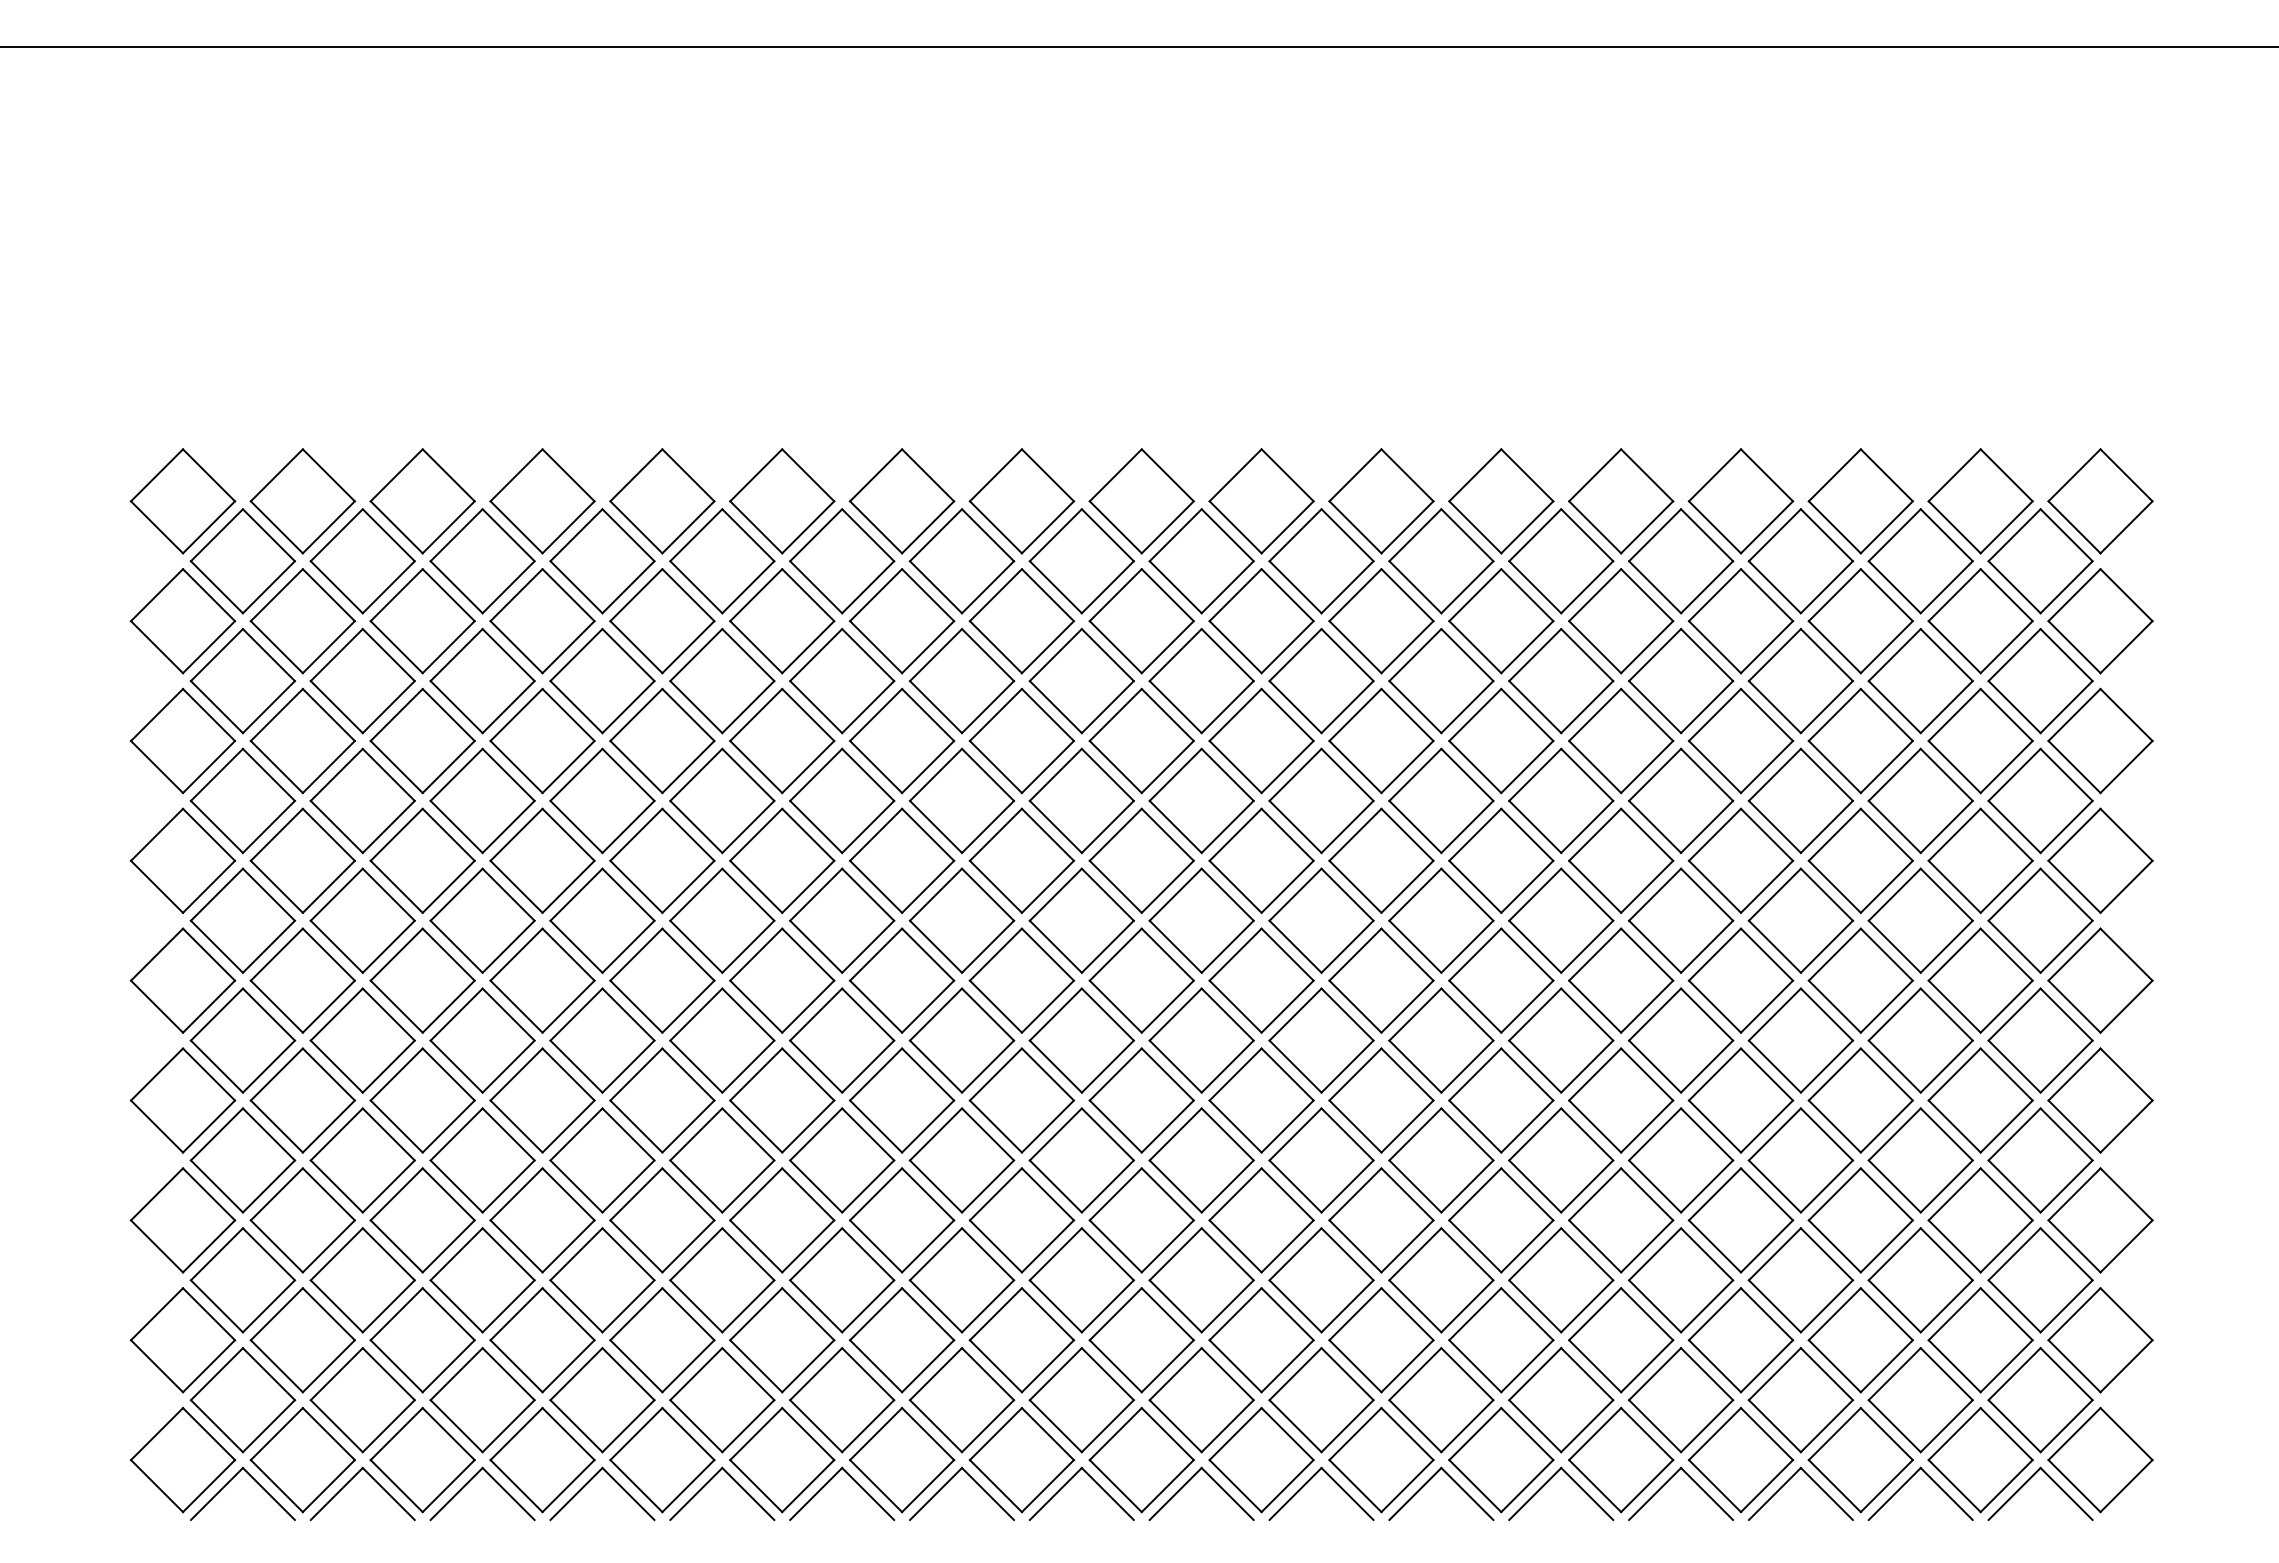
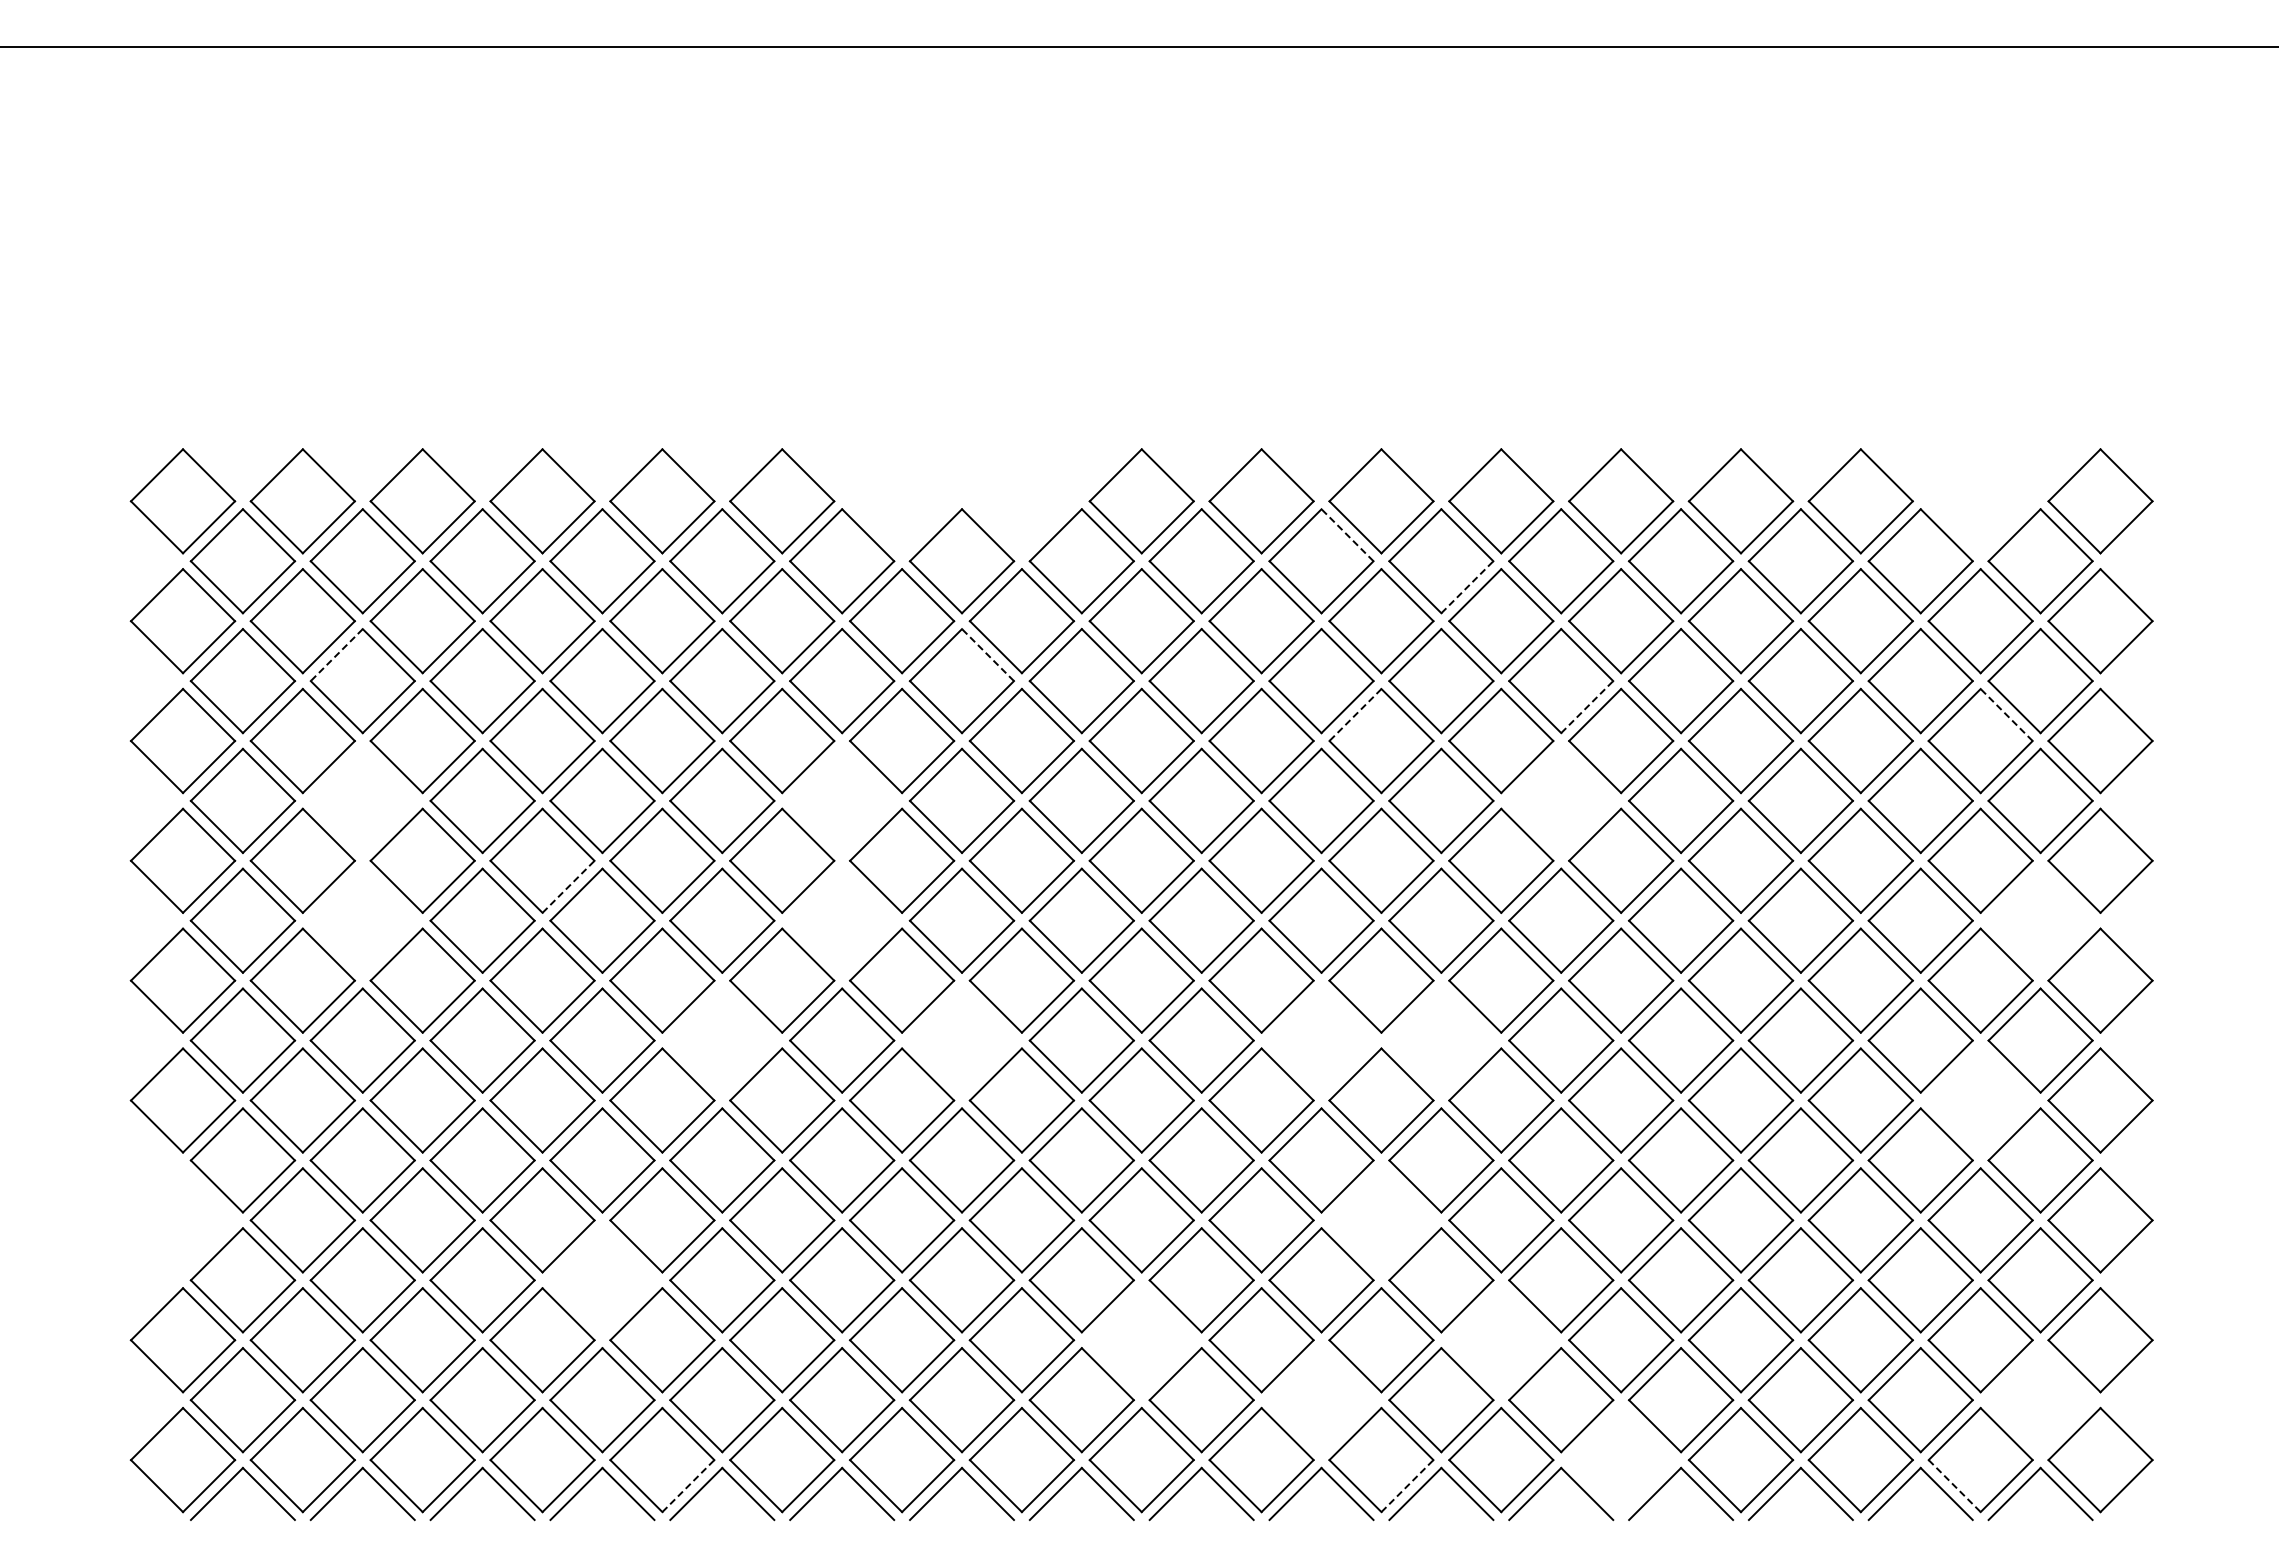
part at (901, 501): present -> none
part at (1021, 501): present -> none
part at (1980, 501): present -> none
line at (1347, 535): solid -> dashed
line at (1467, 587): solid -> dashed
line at (336, 655): solid -> dashed
line at (988, 655): solid -> dashed
line at (1587, 707): solid -> dashed
line at (1355, 715): solid -> dashed
line at (2006, 715): solid -> dashed
part at (362, 800): present -> none
part at (842, 800): present -> none
part at (1561, 800): present -> none
line at (568, 886): solid -> dashed
part at (362, 920): present -> none
part at (842, 920): present -> none
part at (2040, 920): present -> none
part at (722, 1040): present -> none
part at (961, 1040): present -> none
part at (1321, 1040): present -> none
part at (1441, 1040): present -> none
part at (1980, 1100): present -> none
part at (182, 1220): present -> none
part at (1381, 1220): present -> none
part at (602, 1280): present -> none
part at (1141, 1340): present -> none
part at (1501, 1340): present -> none
part at (1321, 1400): present -> none
part at (2040, 1400): present -> none
part at (1621, 1459): present -> none
line at (688, 1486): solid -> dashed
line at (1407, 1486): solid -> dashed
line at (1954, 1486): solid -> dashed
